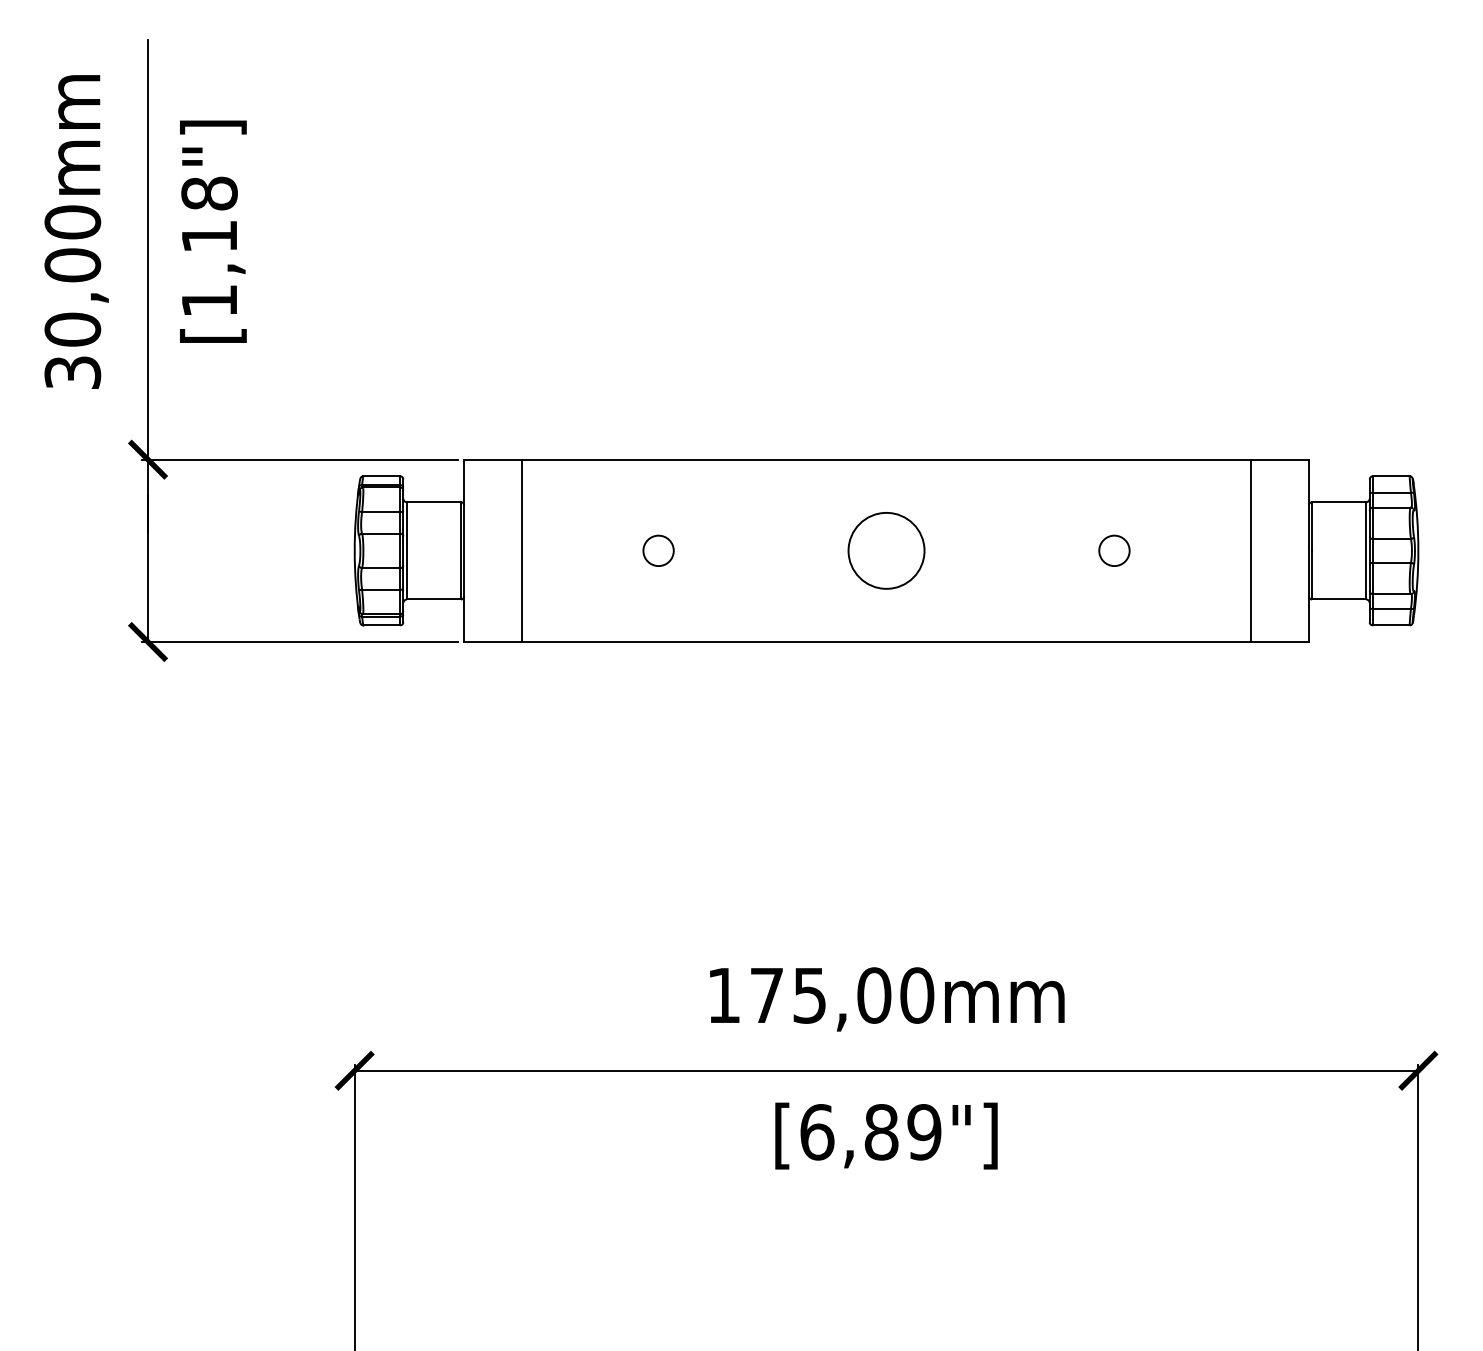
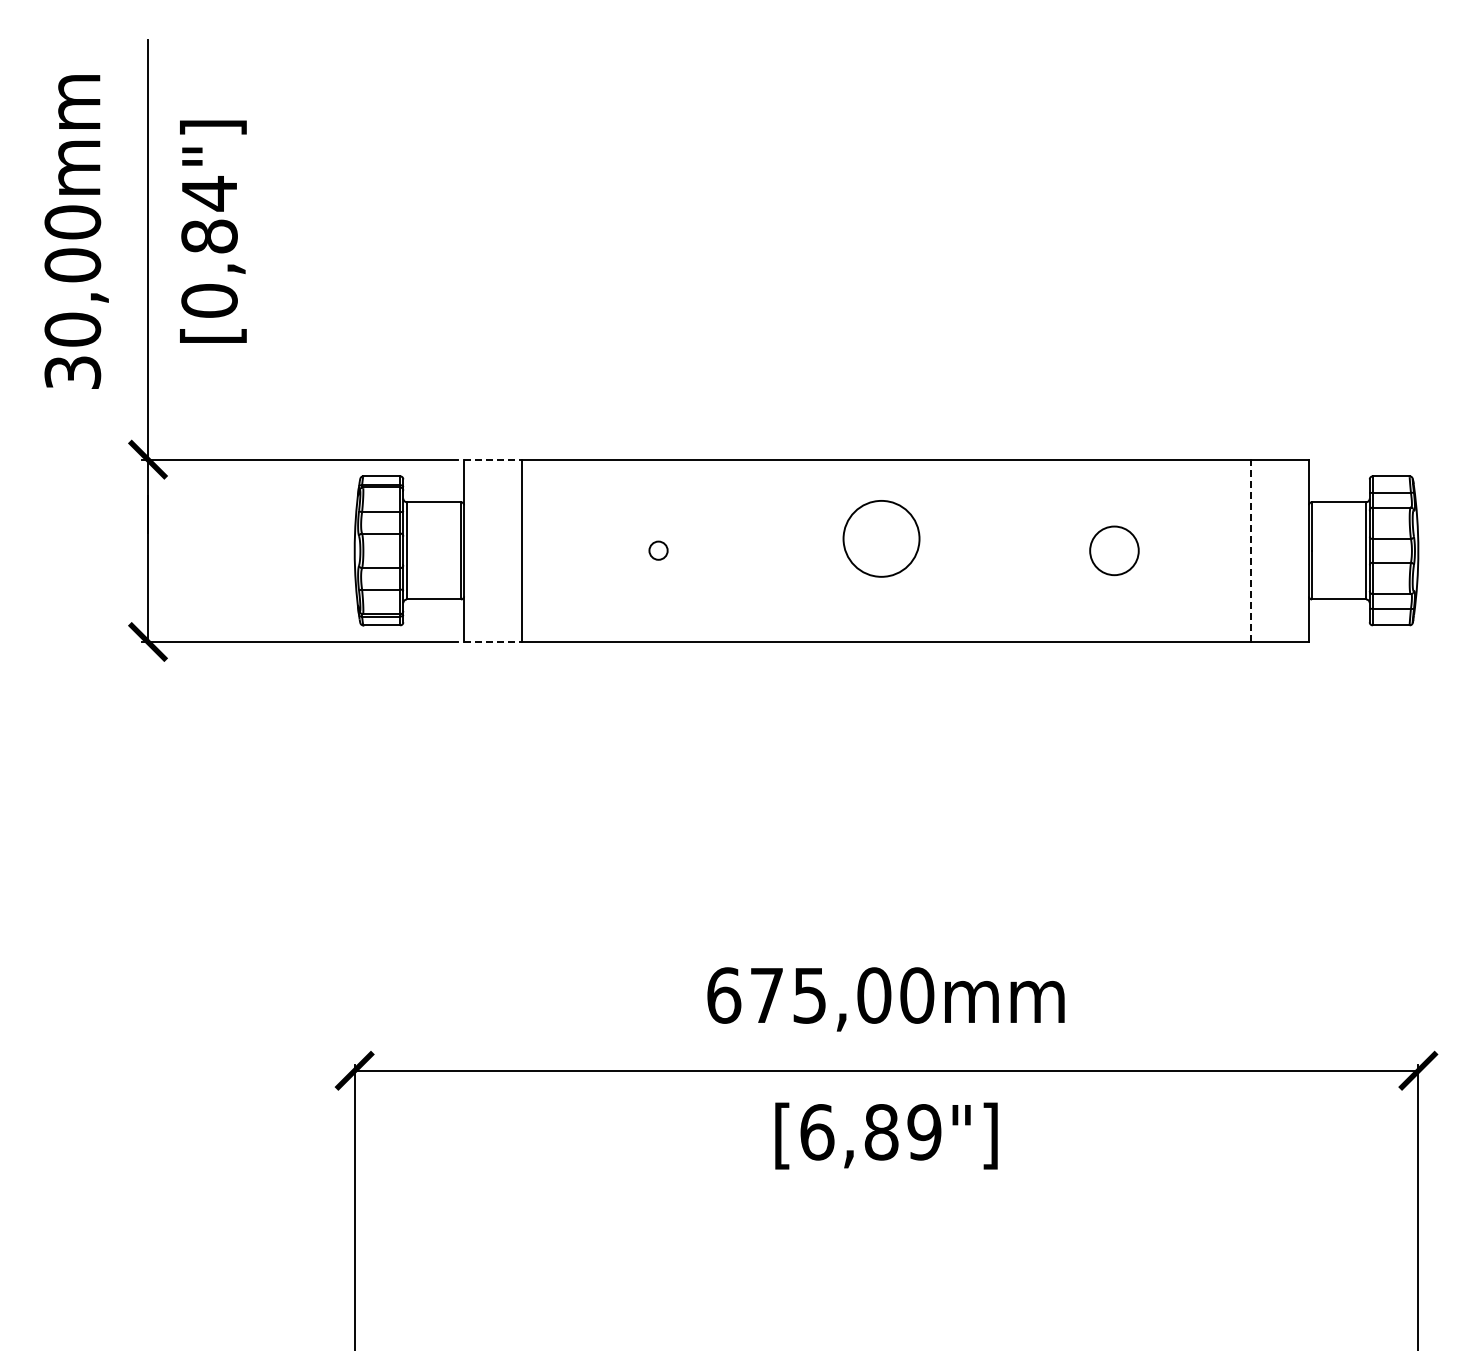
text at (209, 246): [1,18"] -> [0,84"]
line at (492, 459): solid -> dashed
circle at (658, 550) size: 33x33 px -> 21x21 px
circle at (886, 550) position: (886, 550) -> (881, 538)
circle at (1114, 550) diameter: 30 px -> 49 px
line at (1251, 550): solid -> dashed
line at (492, 642): solid -> dashed
text at (724, 995): 175,00mm -> 675,00mm
